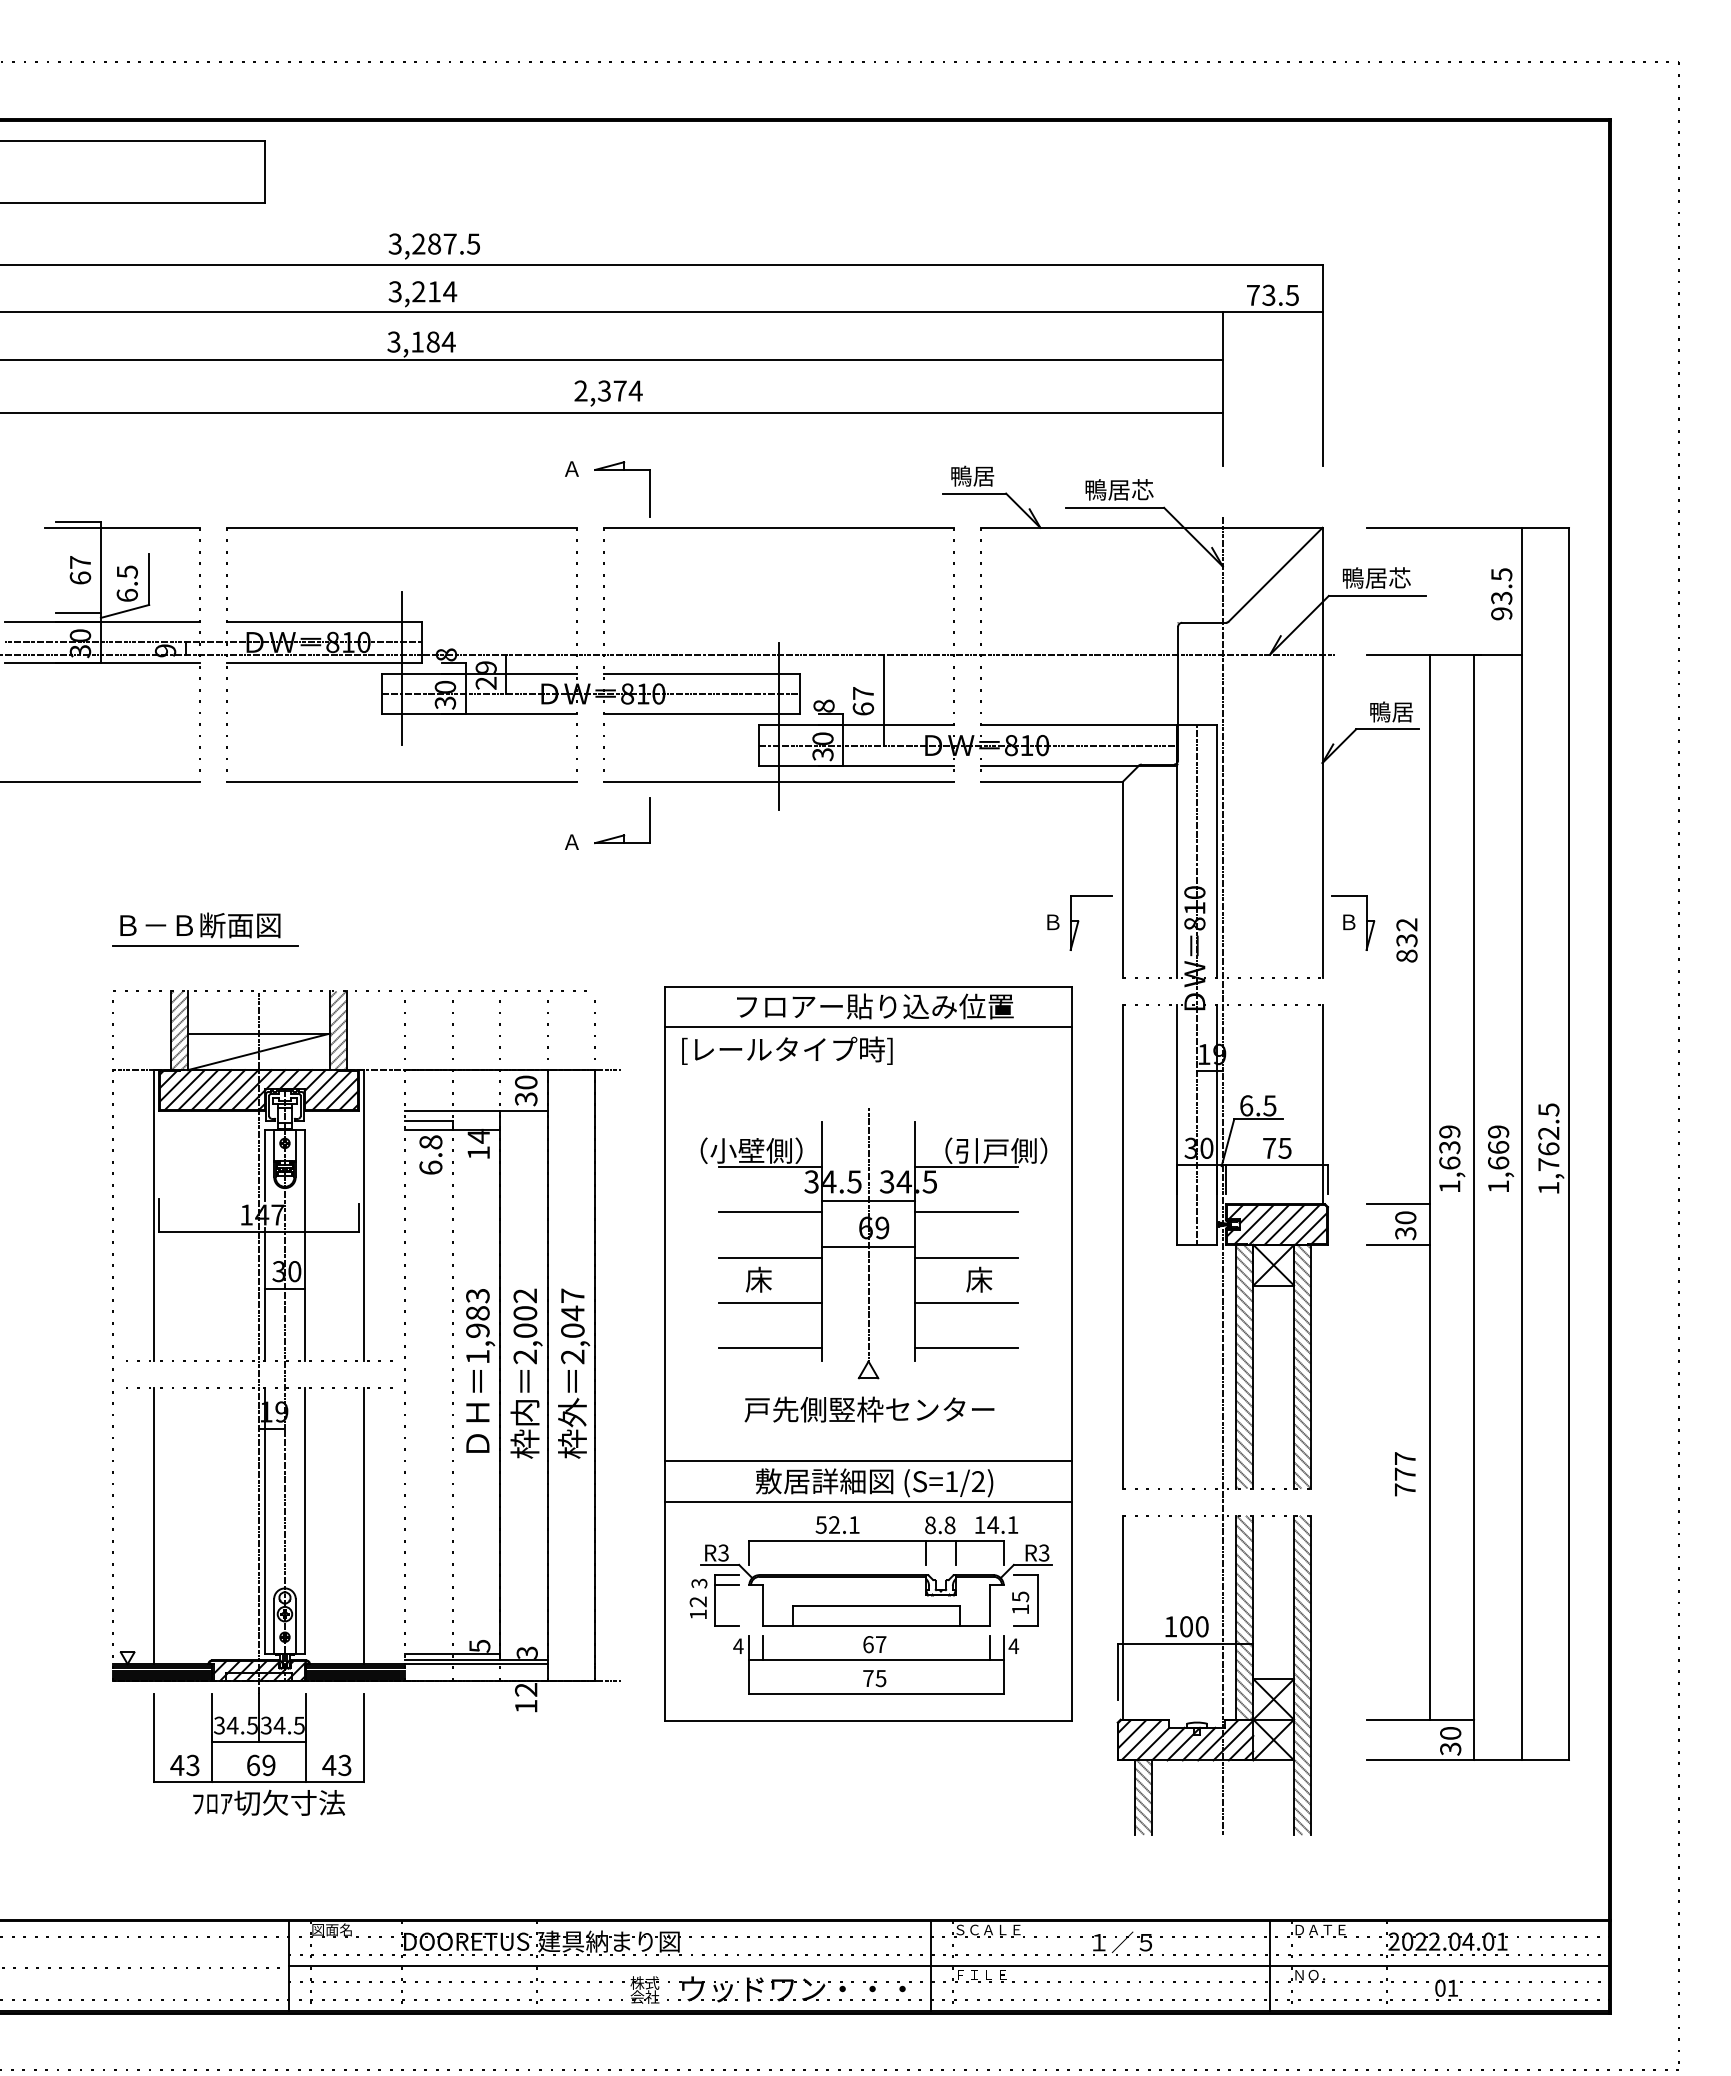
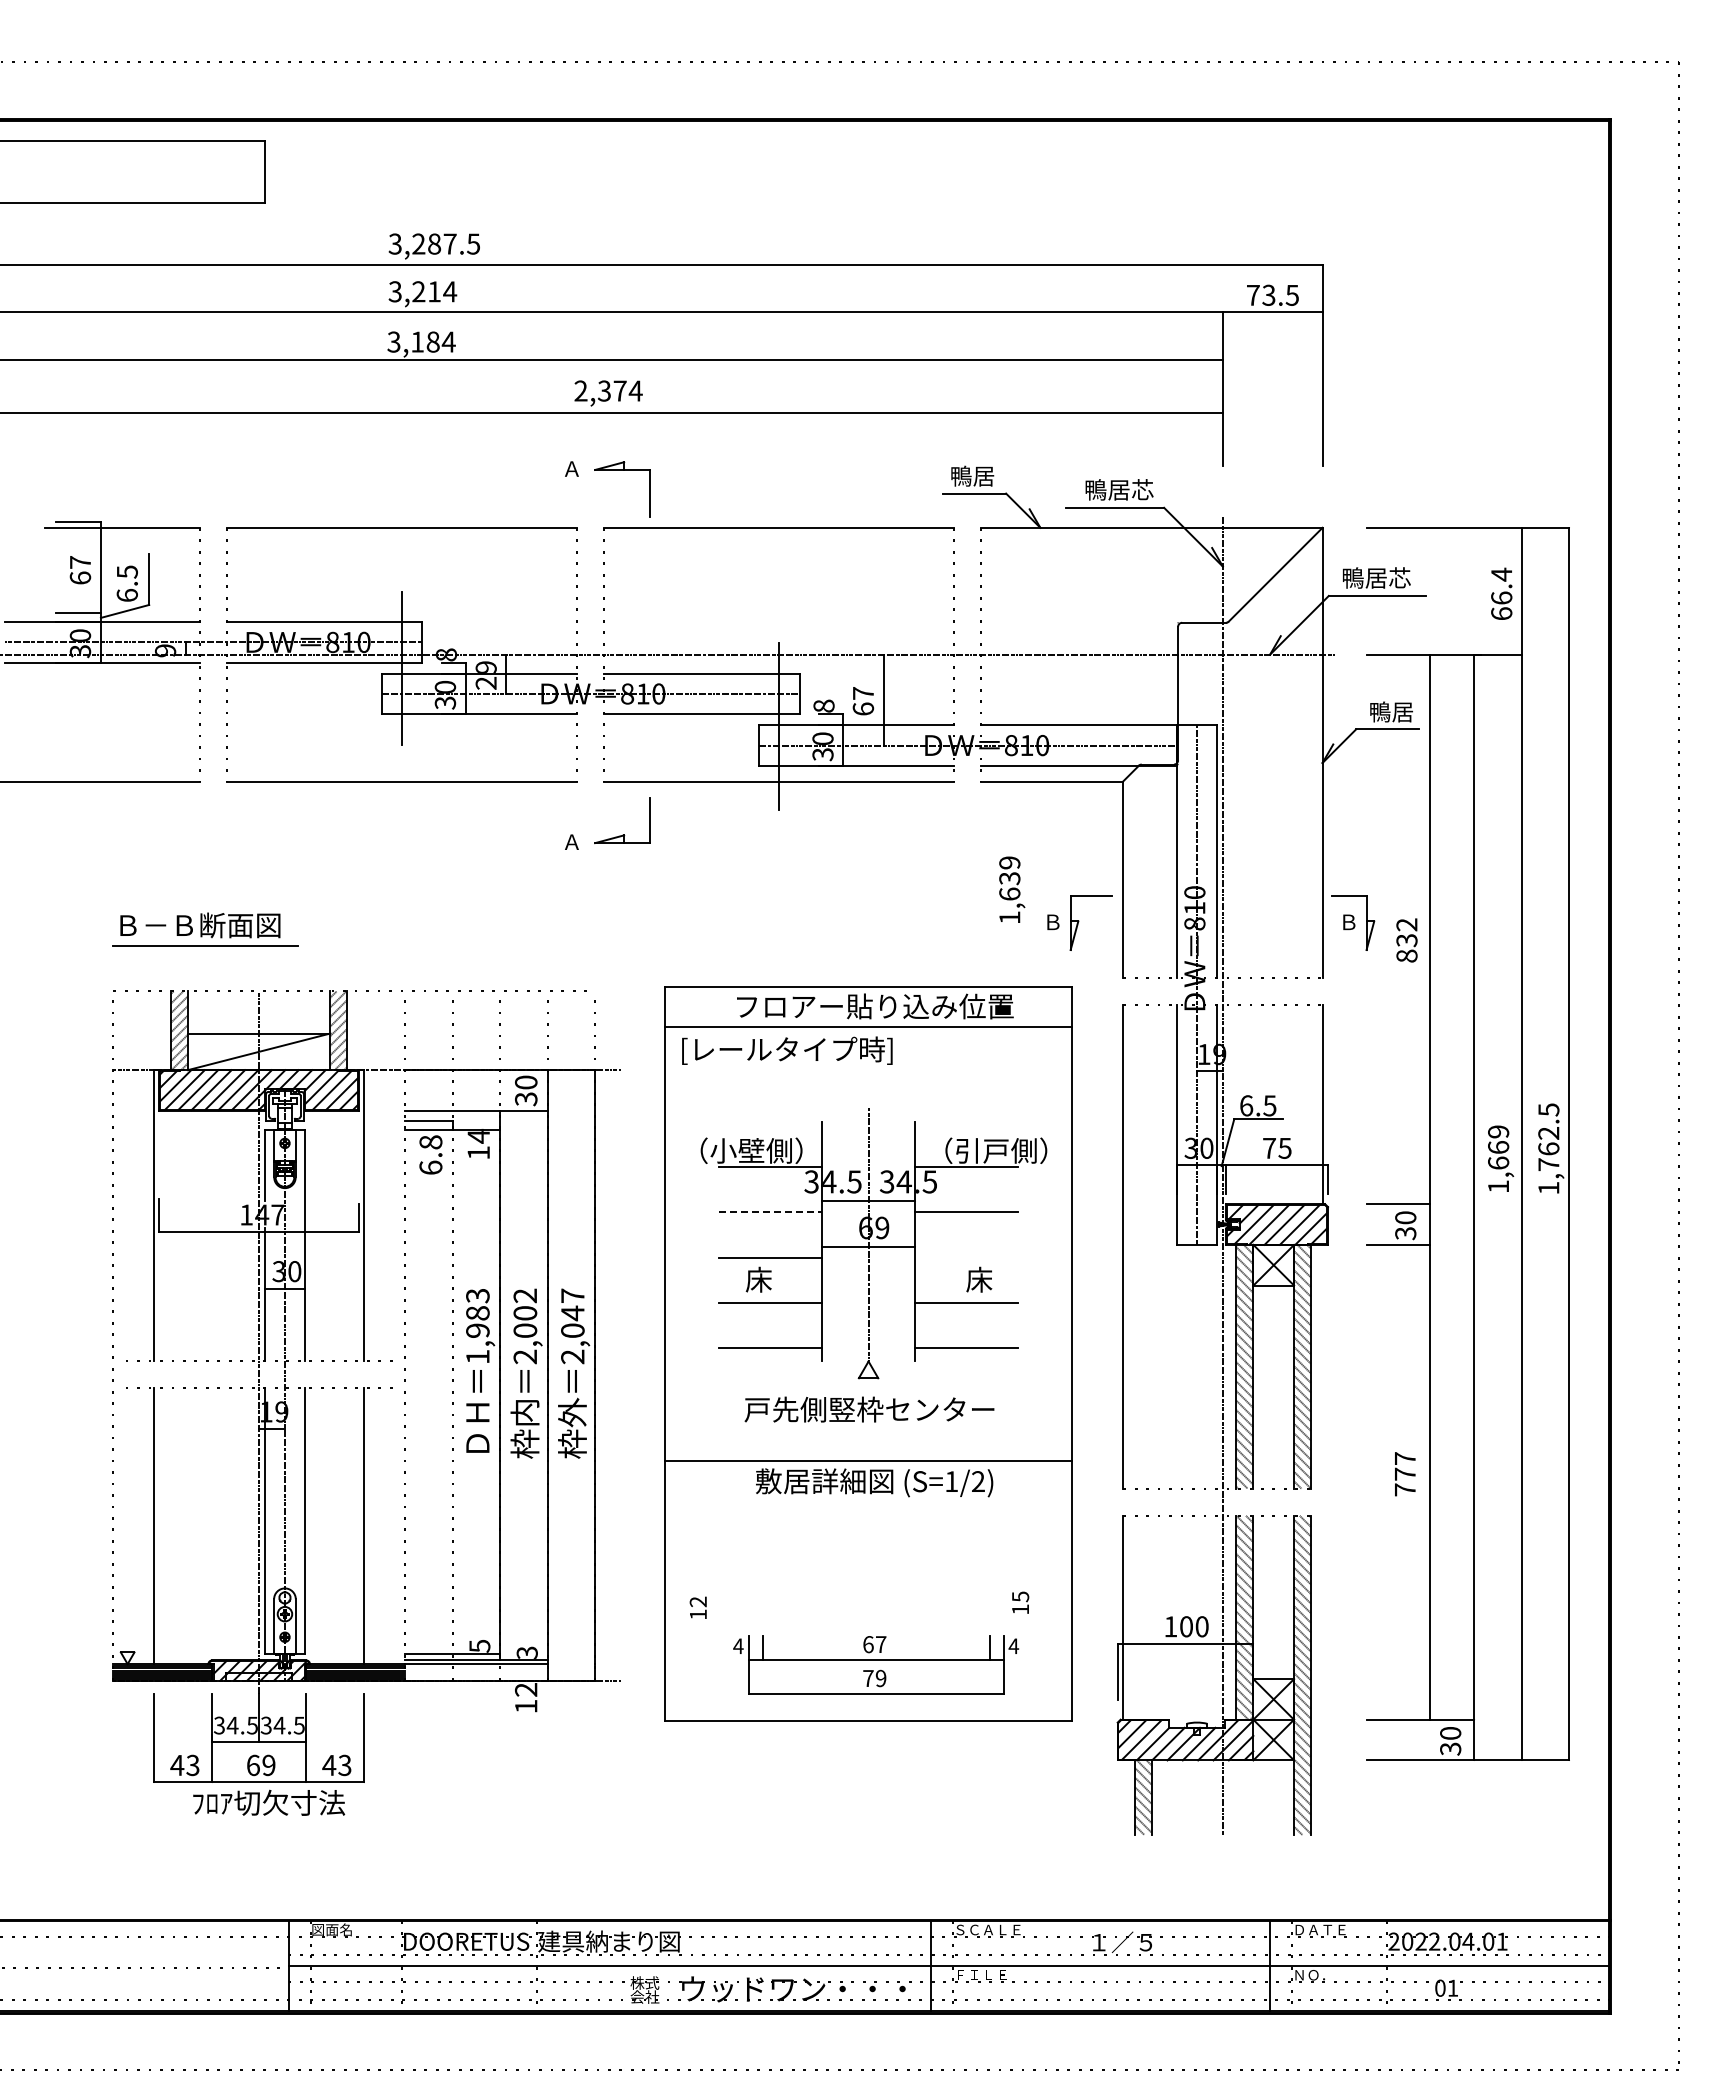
text at (1501, 593): 93.5 -> 66.4
text at (1452, 1158) position: (1452, 1158) -> (1012, 889)
line at (771, 1212): solid -> dashed
line at (966, 1257): present -> none
line at (868, 1502): present -> none
part at (871, 1571): present -> none
text at (880, 1678): 75 -> 79
